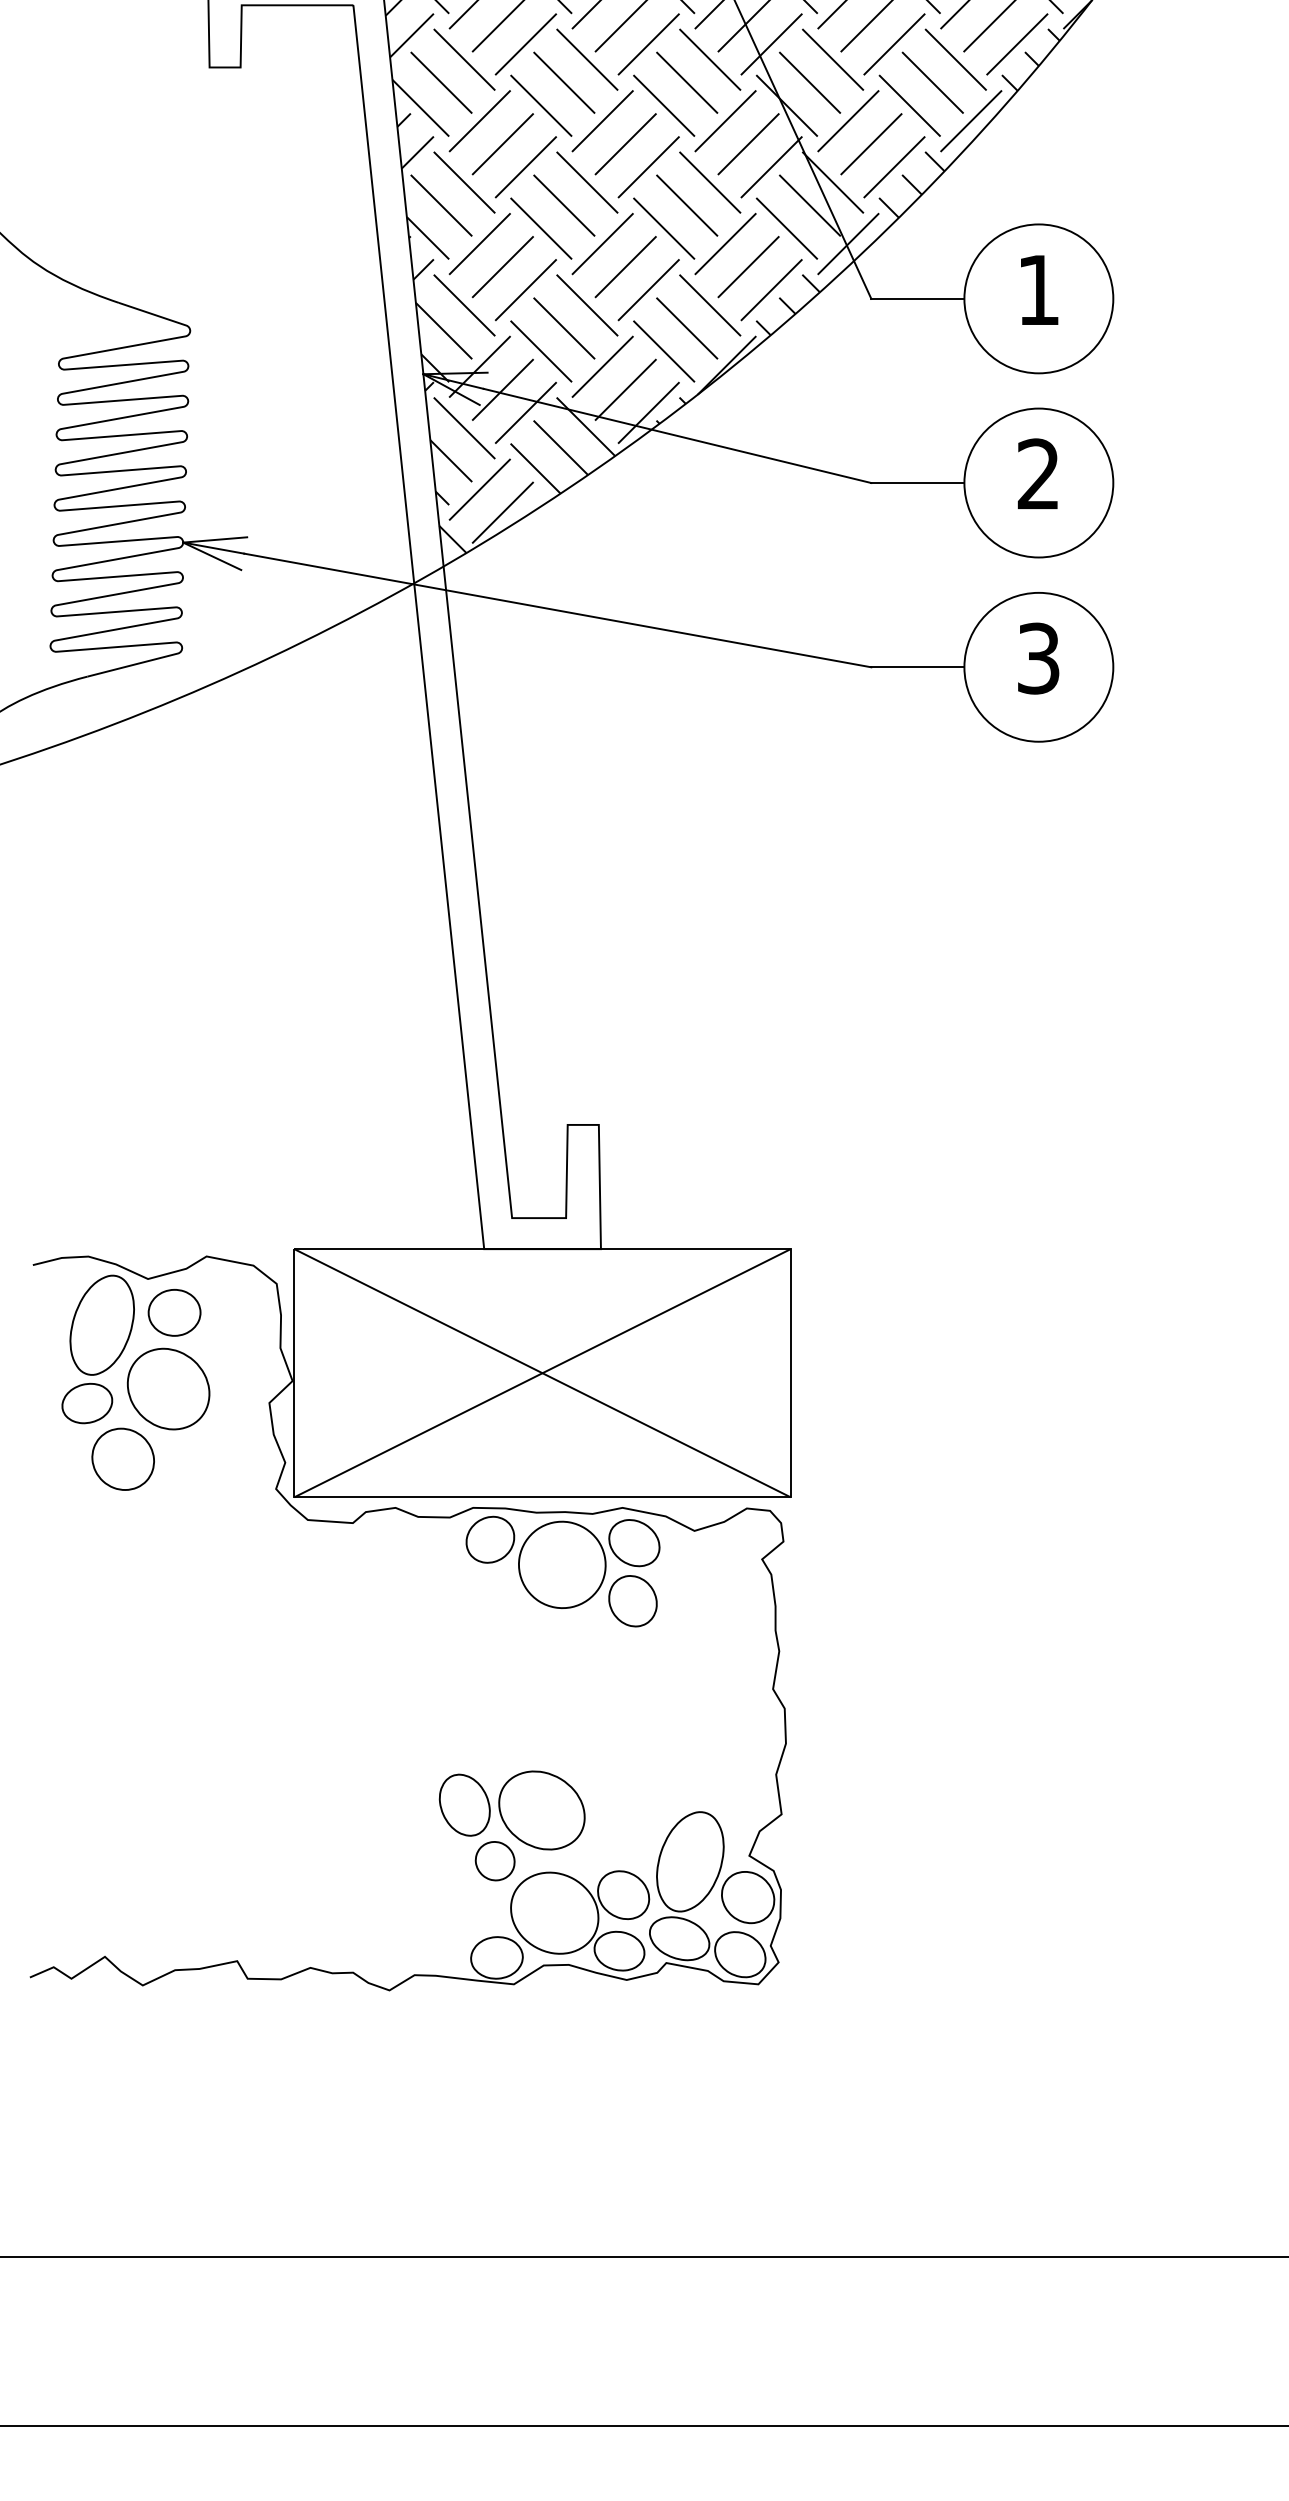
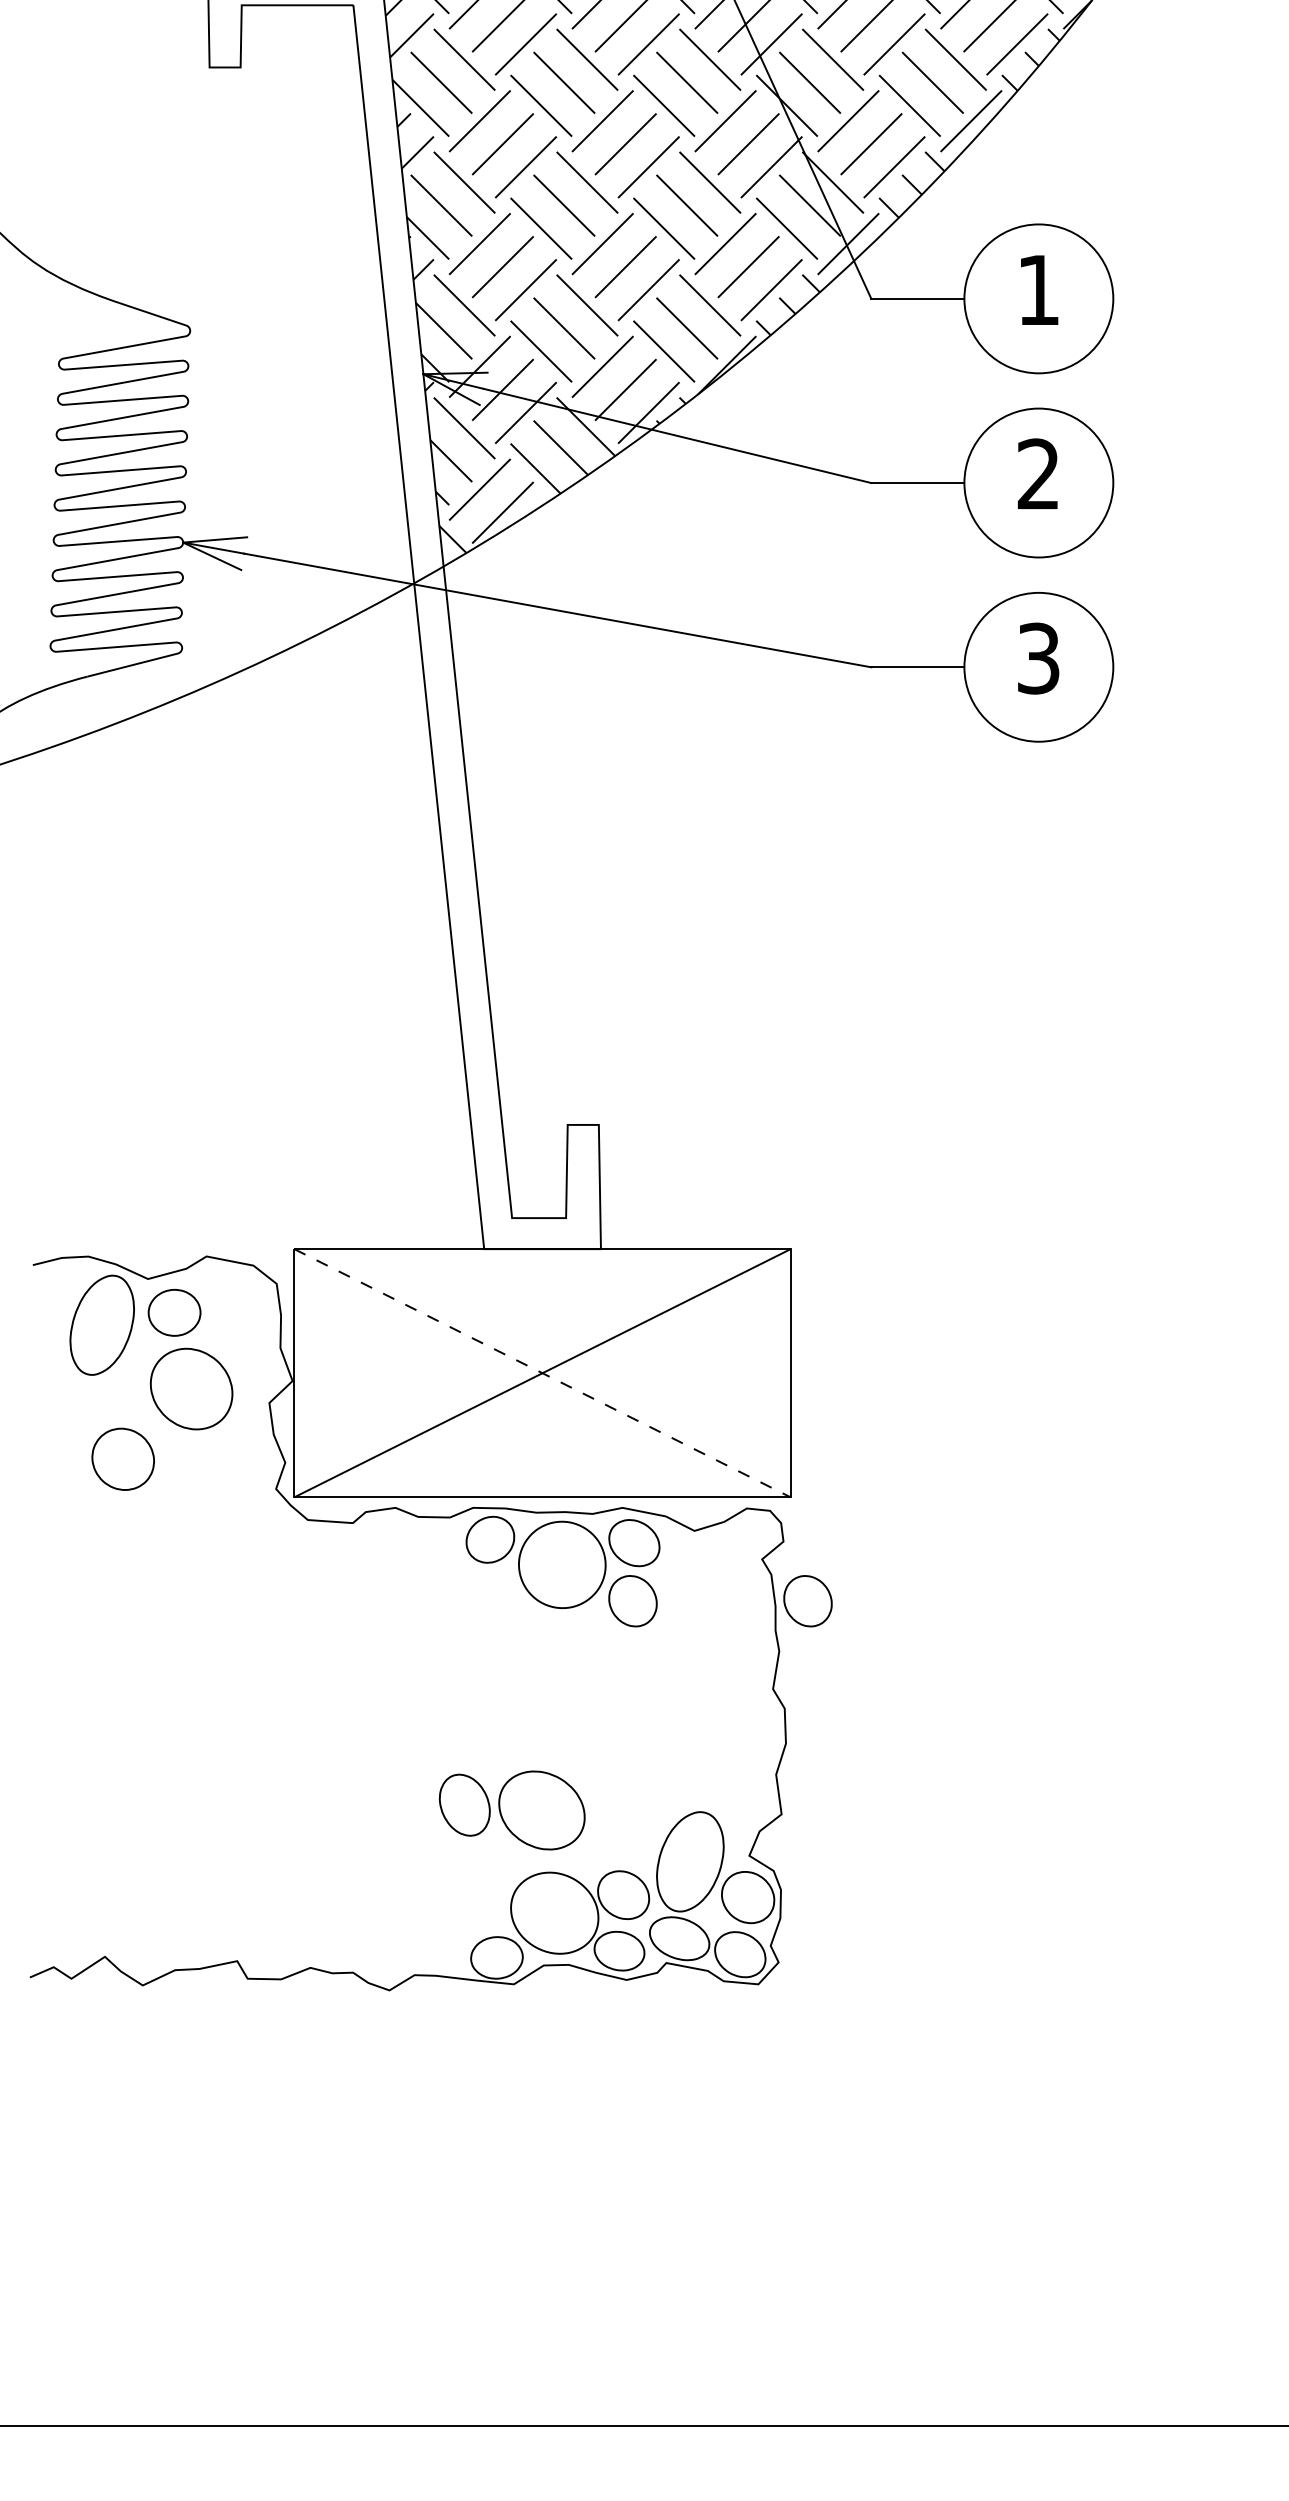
line at (542, 1373): solid -> dashed
part at (168, 1388) position: (168, 1388) -> (191, 1388)
part at (87, 1403): present -> none
part at (807, 1601): none -> present
part at (494, 1861): present -> none
line at (643, 2256): present -> none
